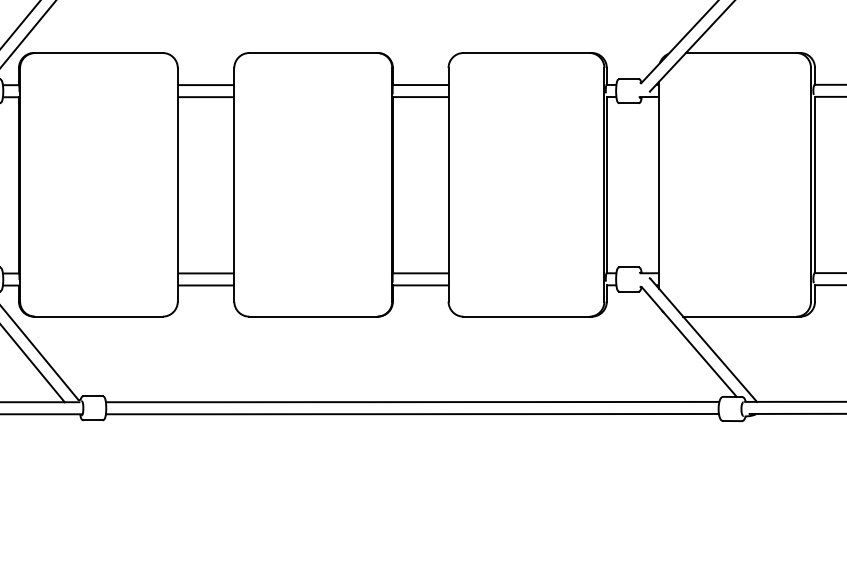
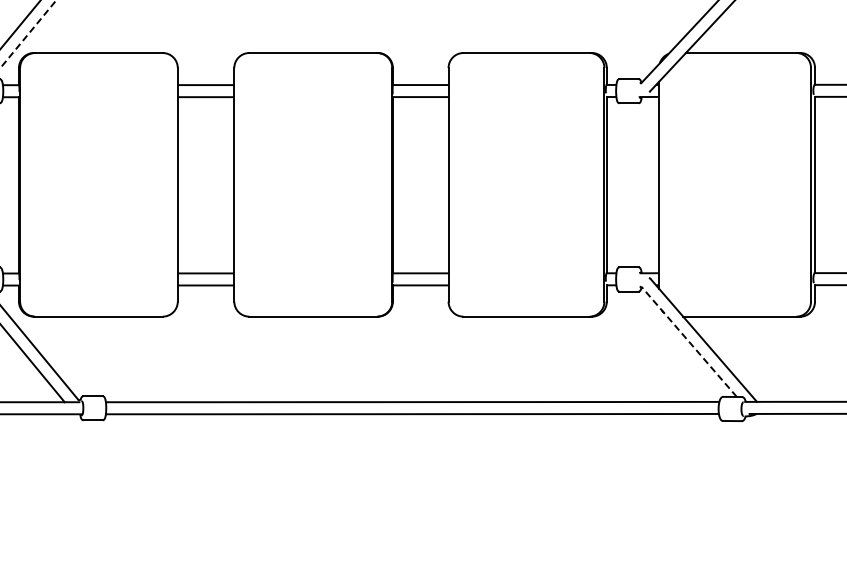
line at (28, 33): solid -> dashed
line at (689, 342): solid -> dashed
